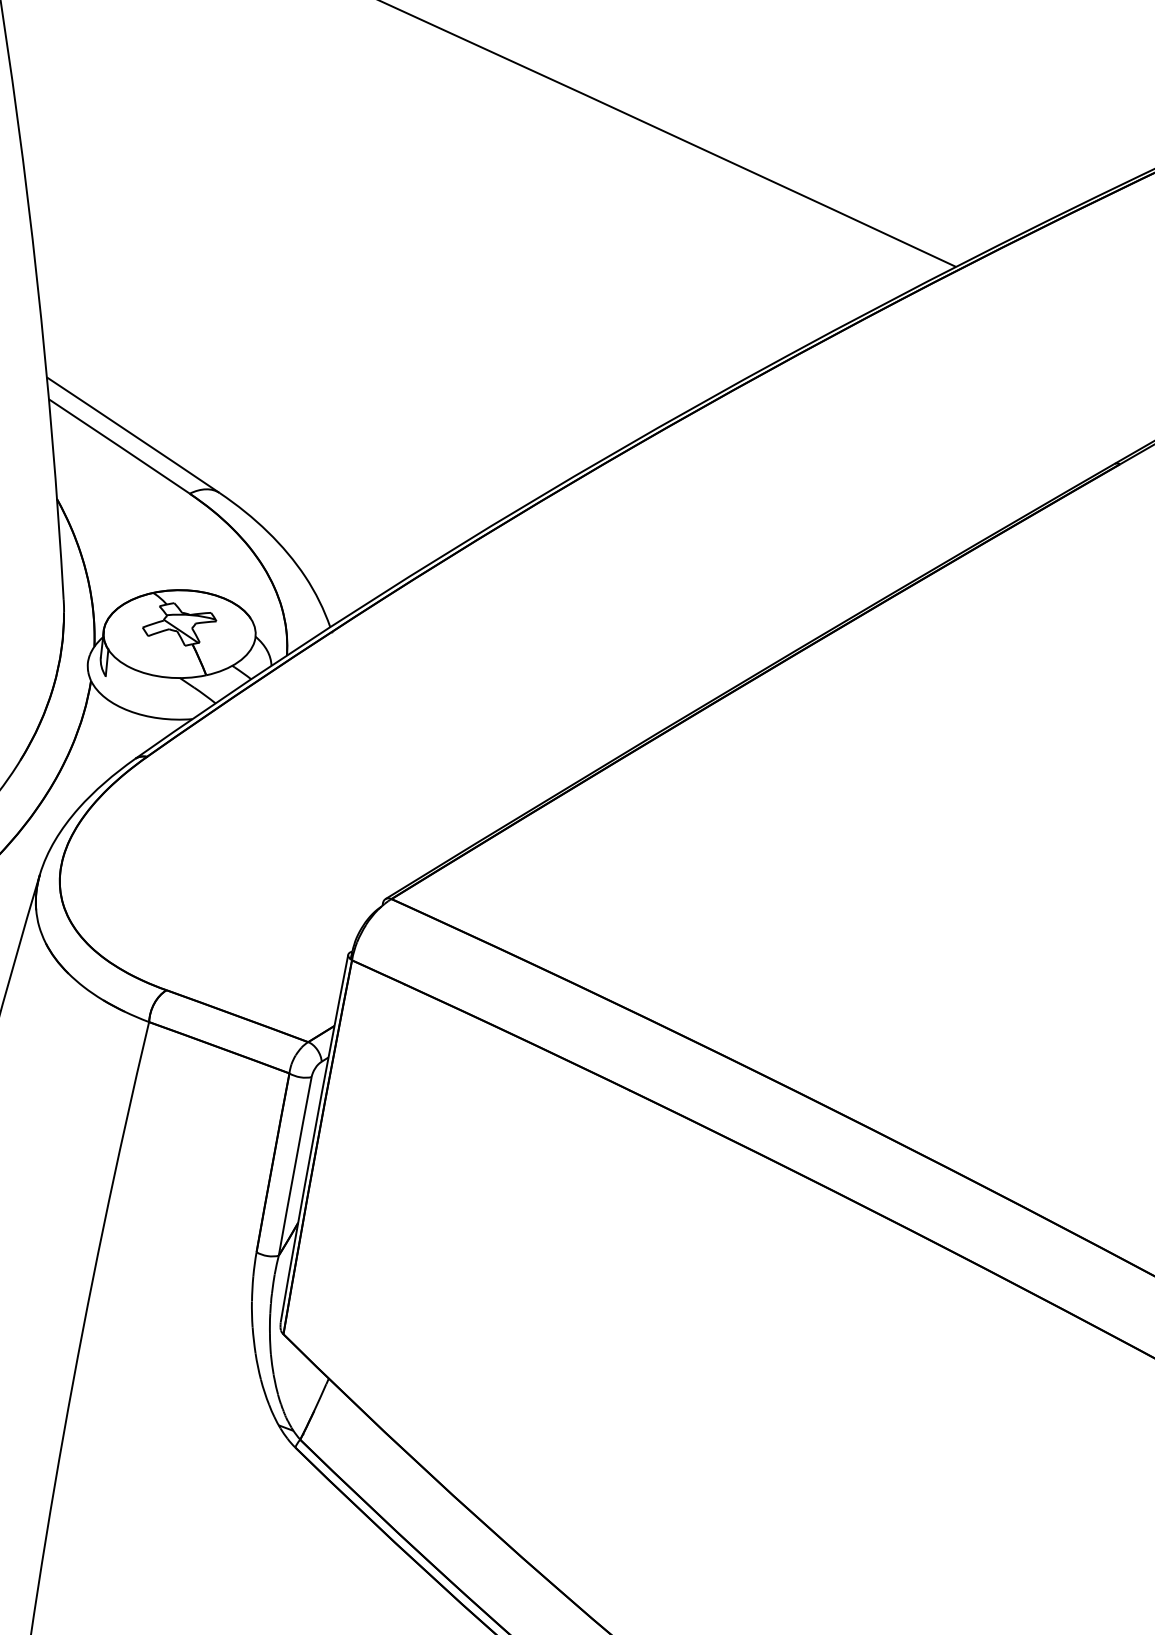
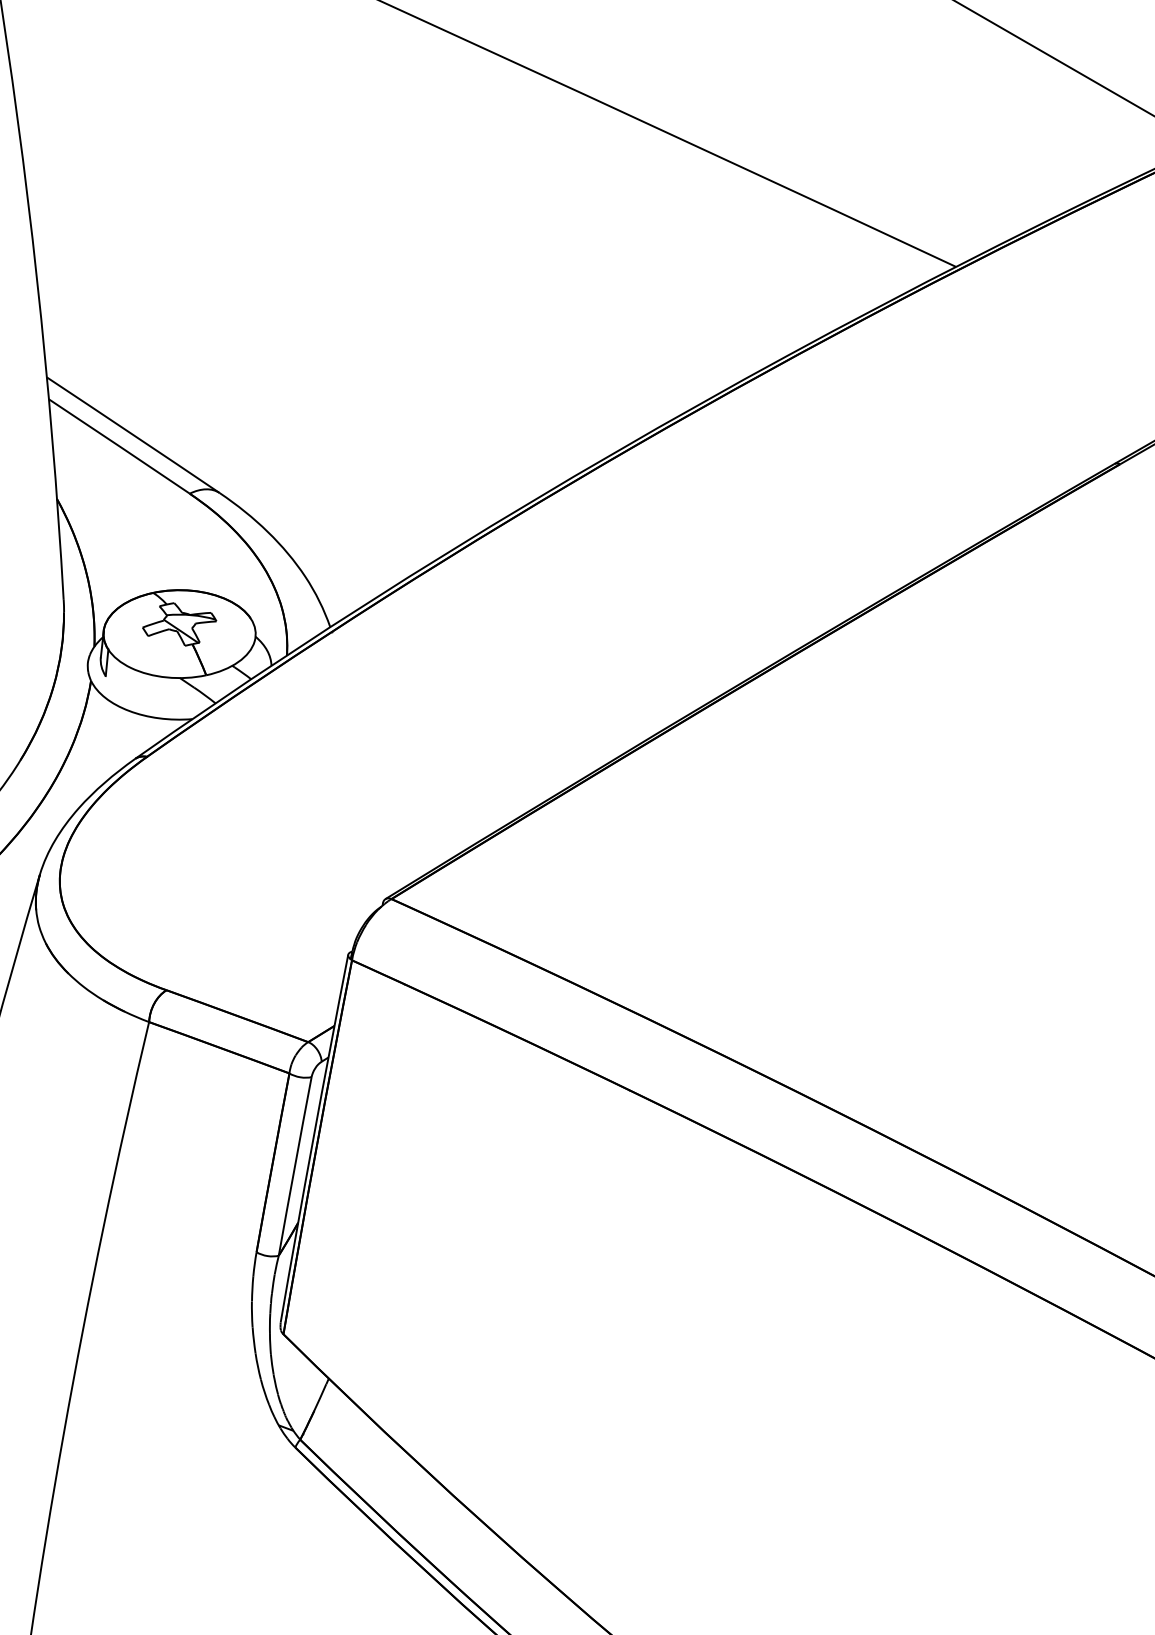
line at (1054, 58): none -> present
